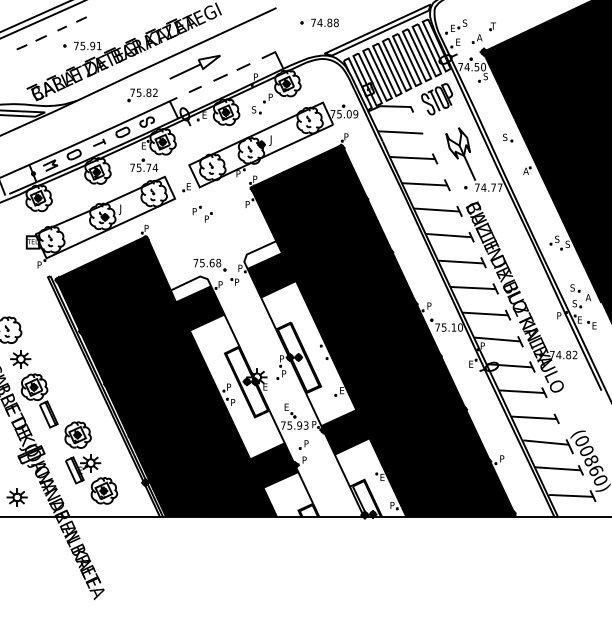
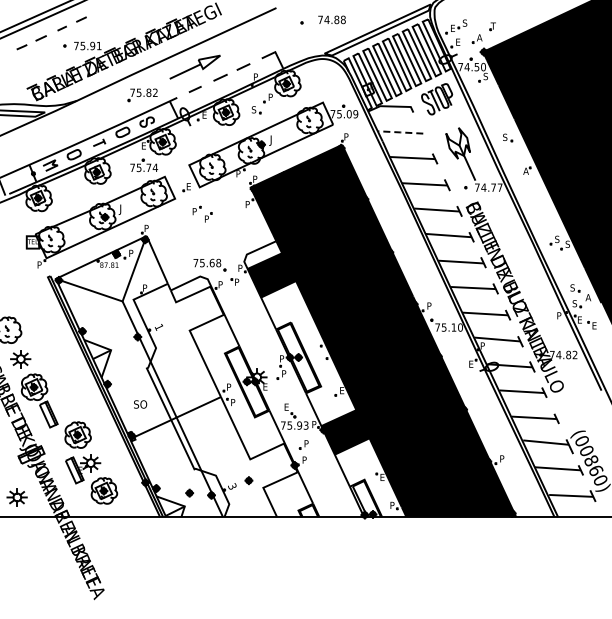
text at (324, 22) position: (324, 22) -> (331, 19)
line at (400, 132): solid -> dashed
fill at (176, 376): present -> none
